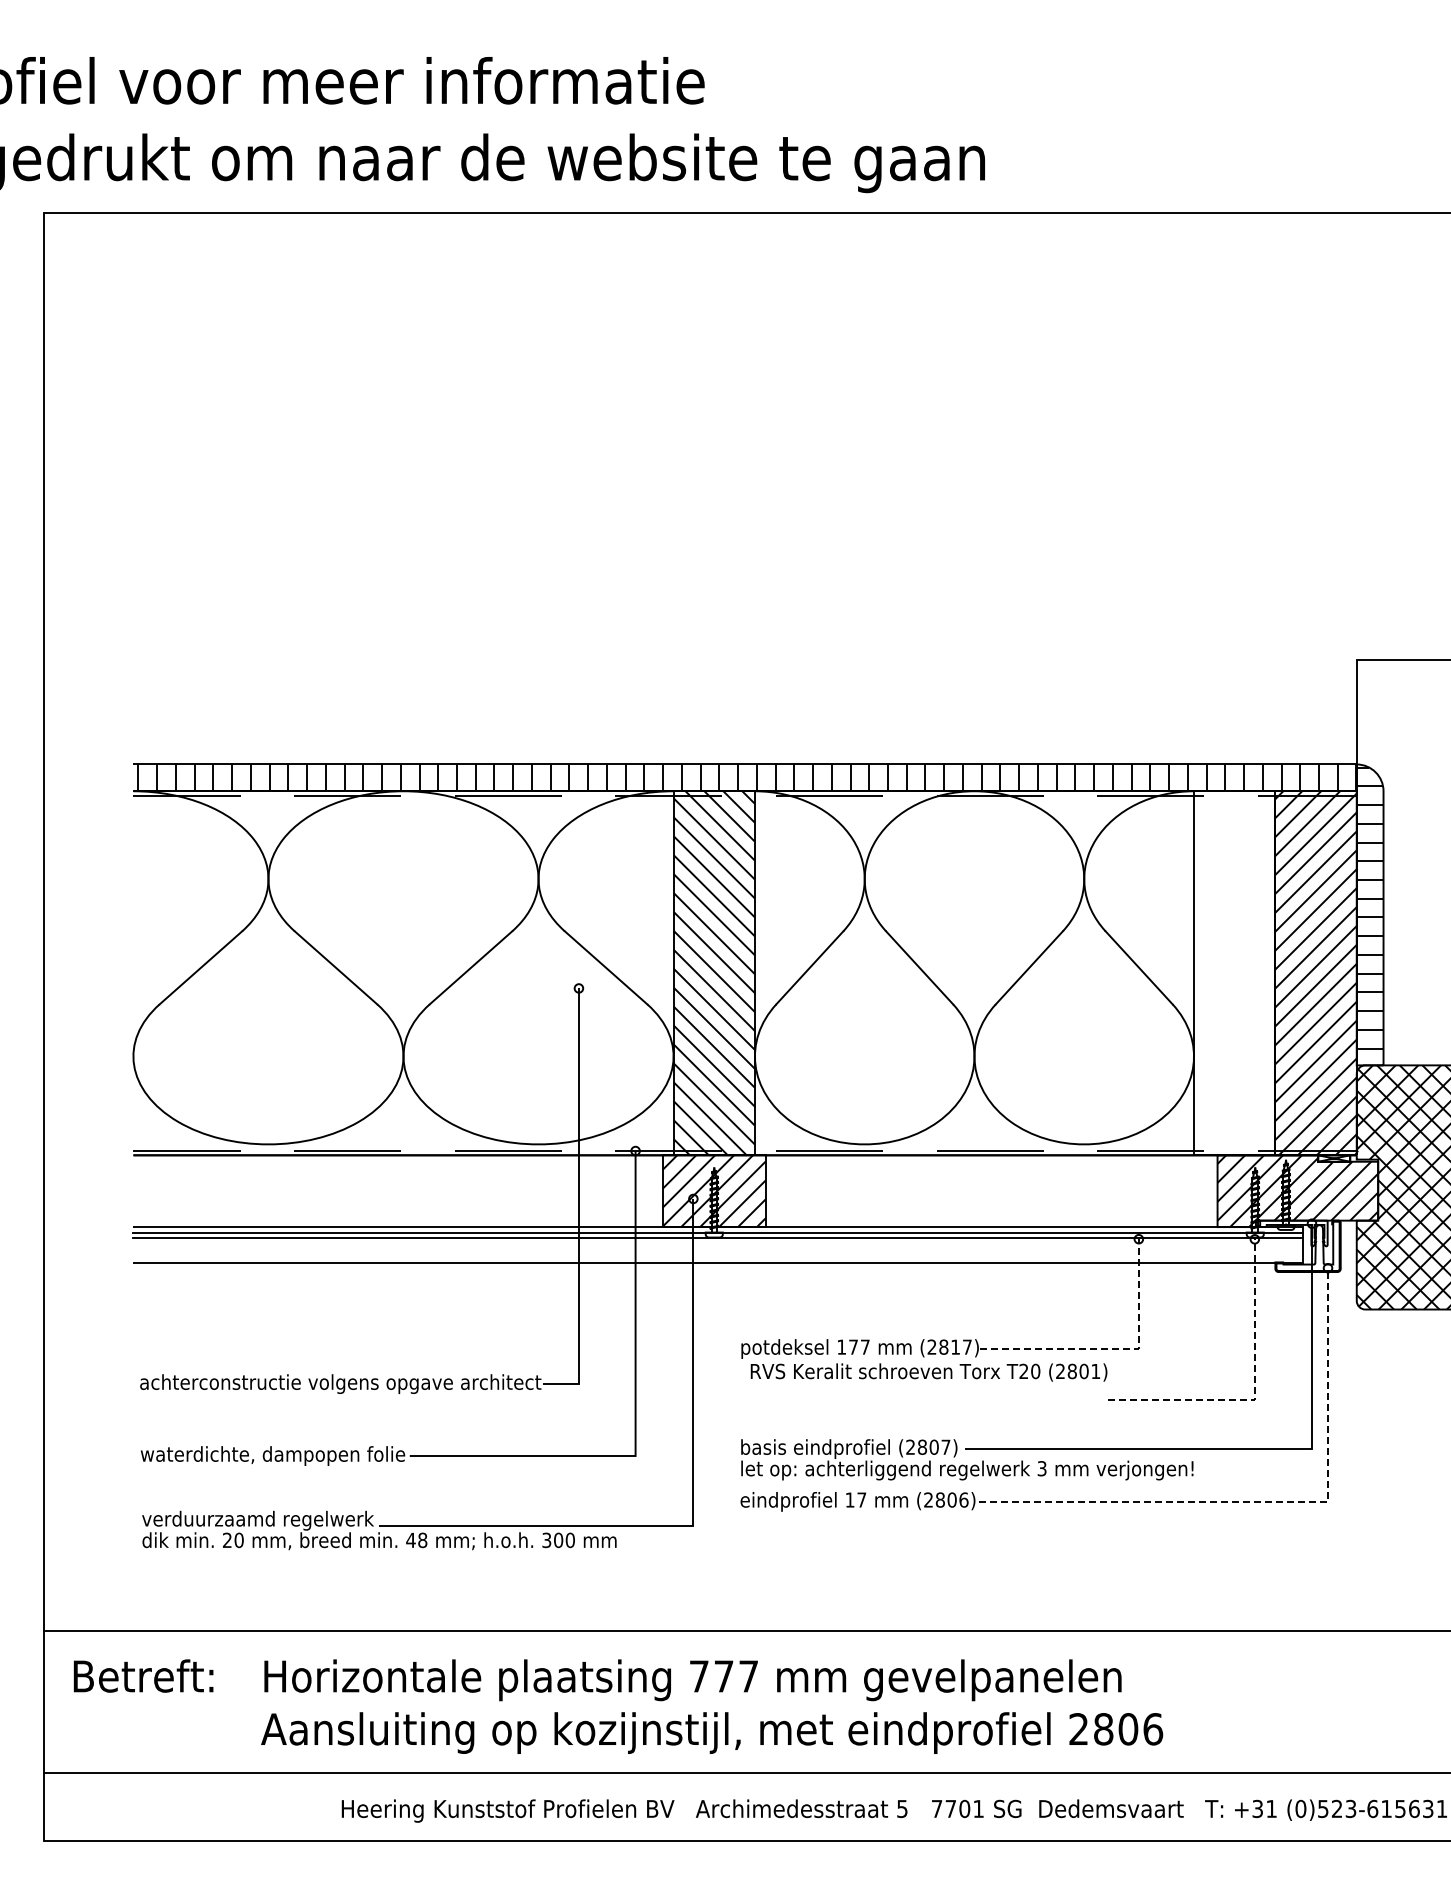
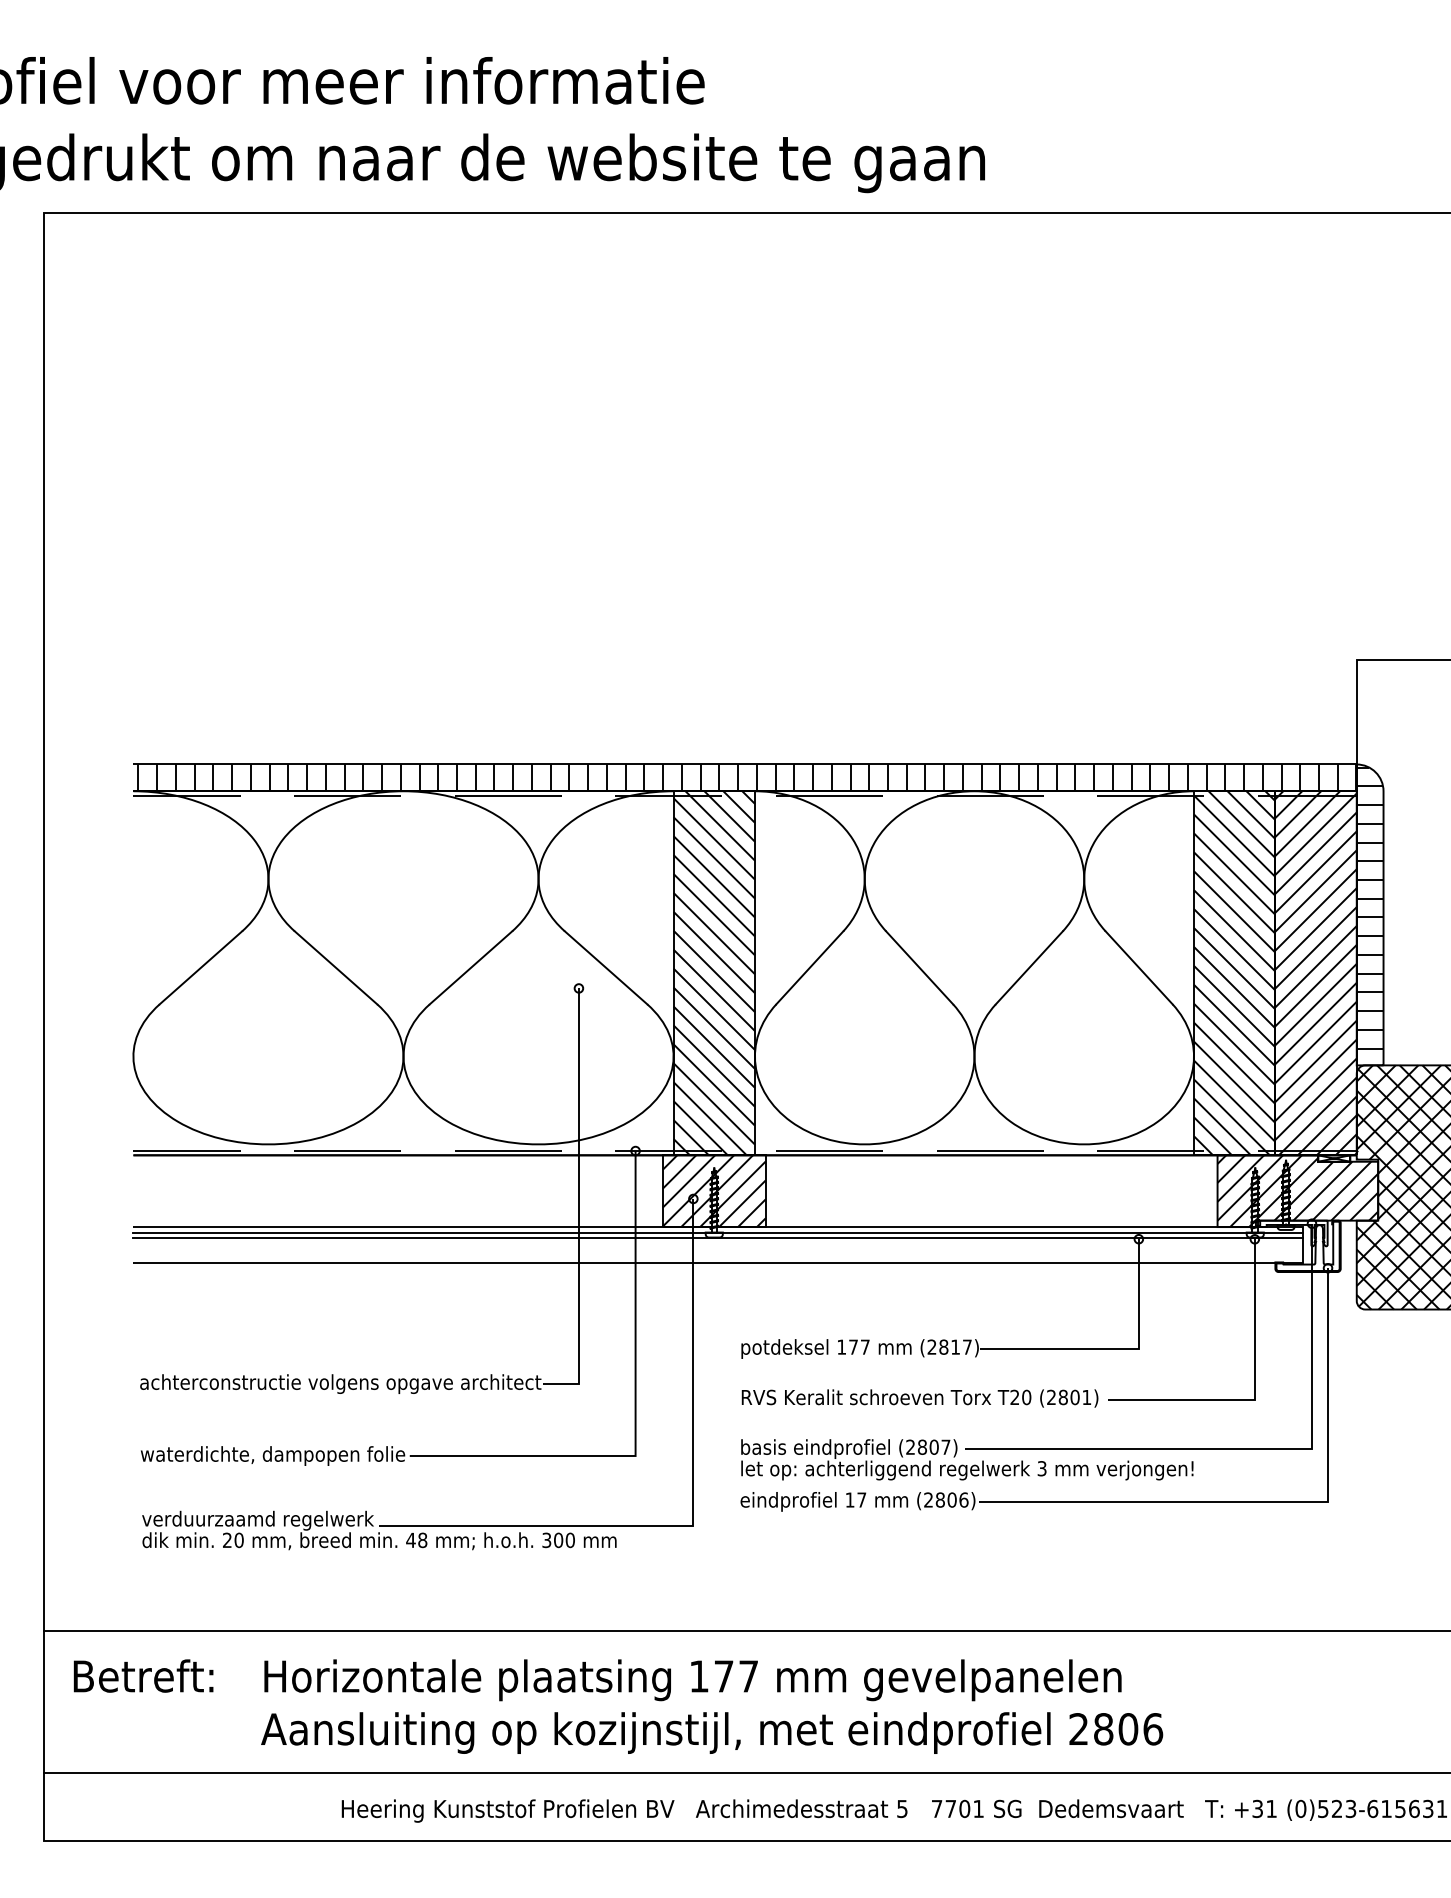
hatch at (1234, 973): none -> present
line at (1114, 1348): dashed -> solid
text at (928, 1372) position: (928, 1372) -> (919, 1398)
line at (1254, 1393): dashed -> solid
line at (1271, 1502): dashed -> solid
text at (699, 1676): 777 -> 177
